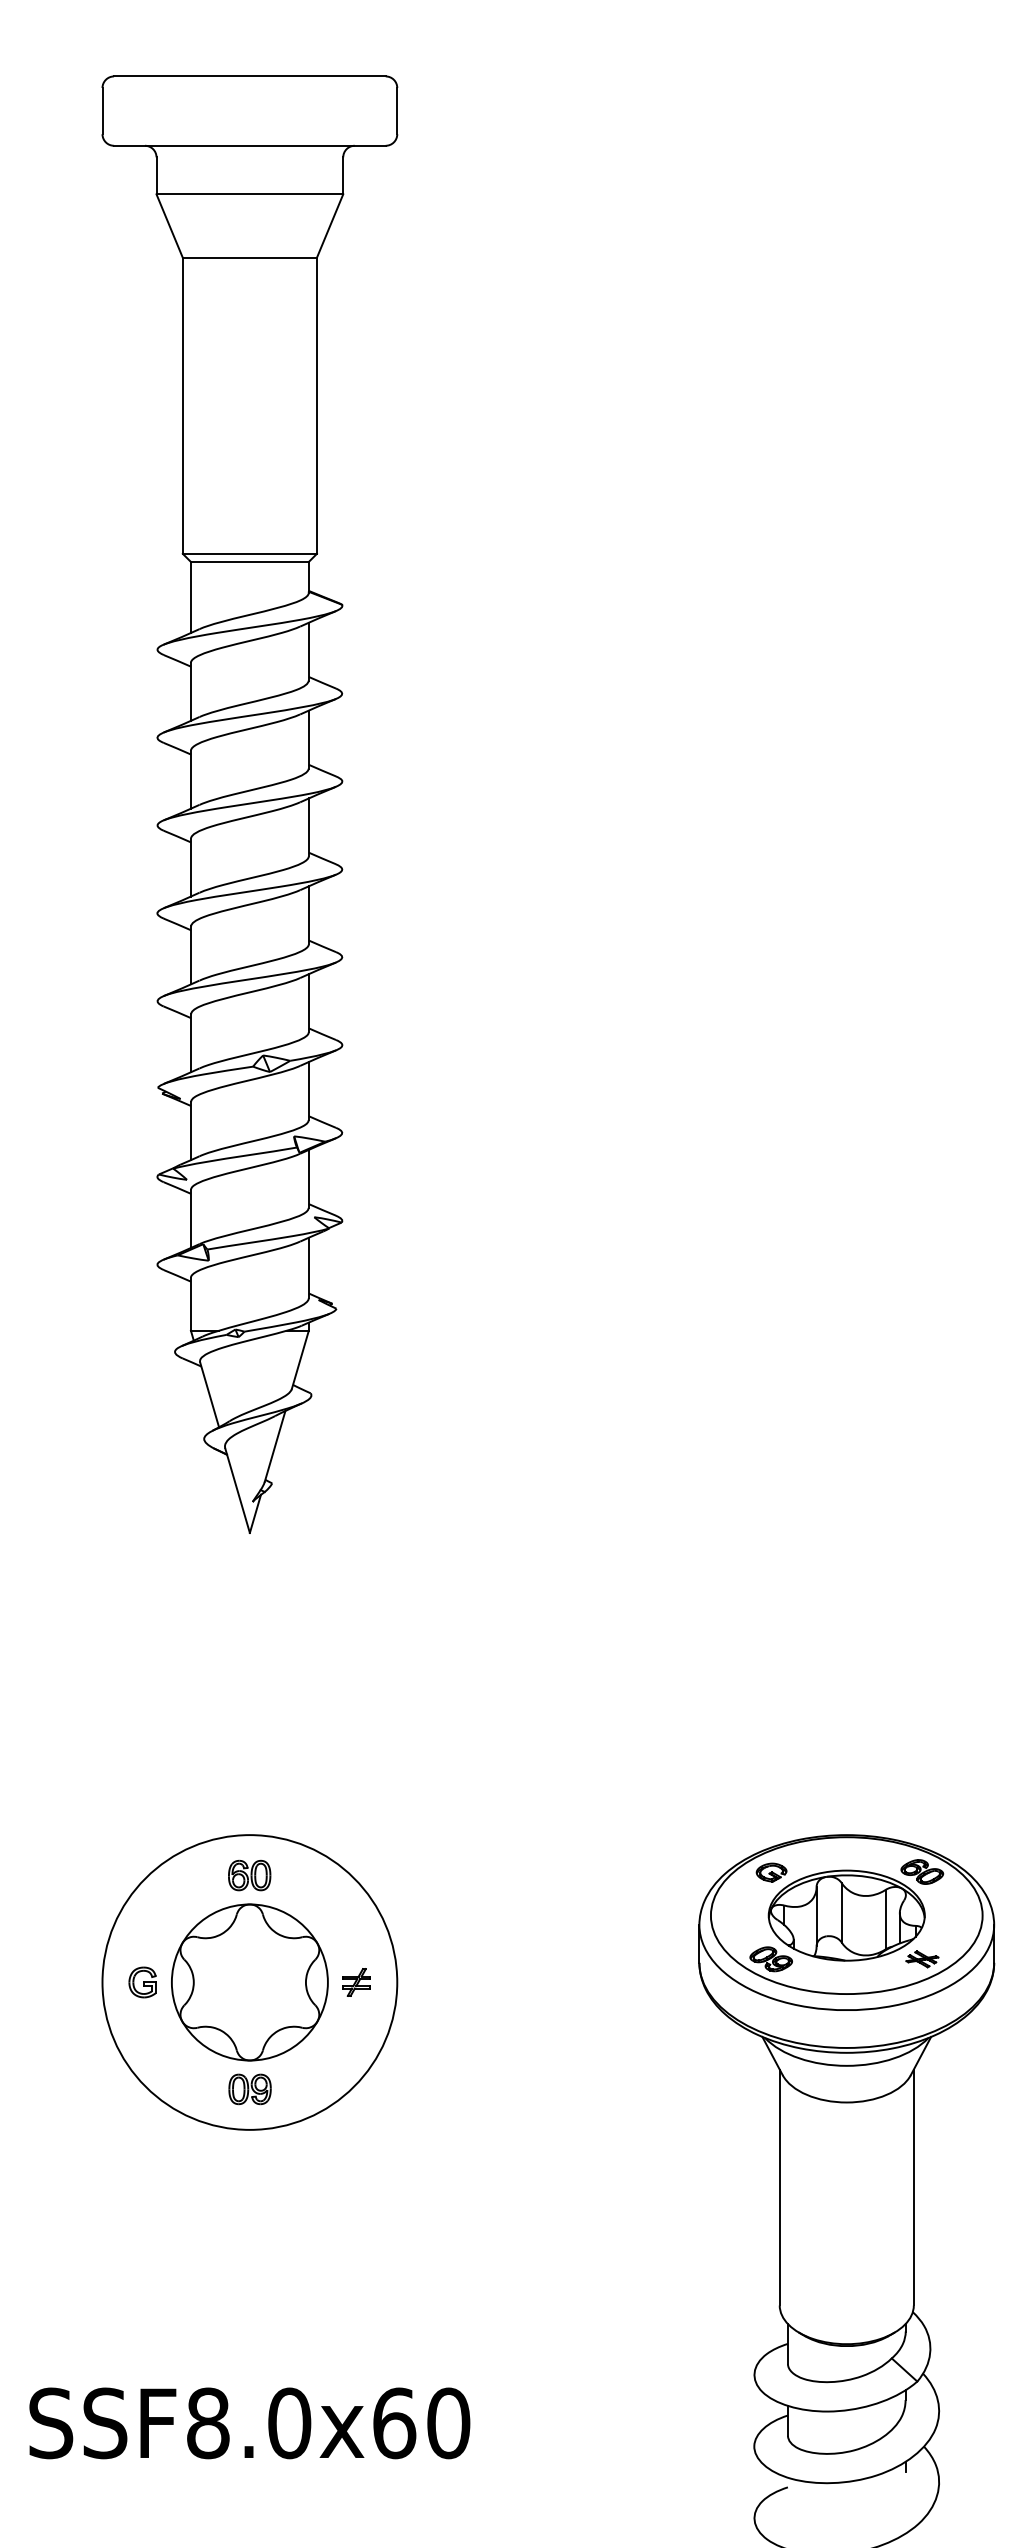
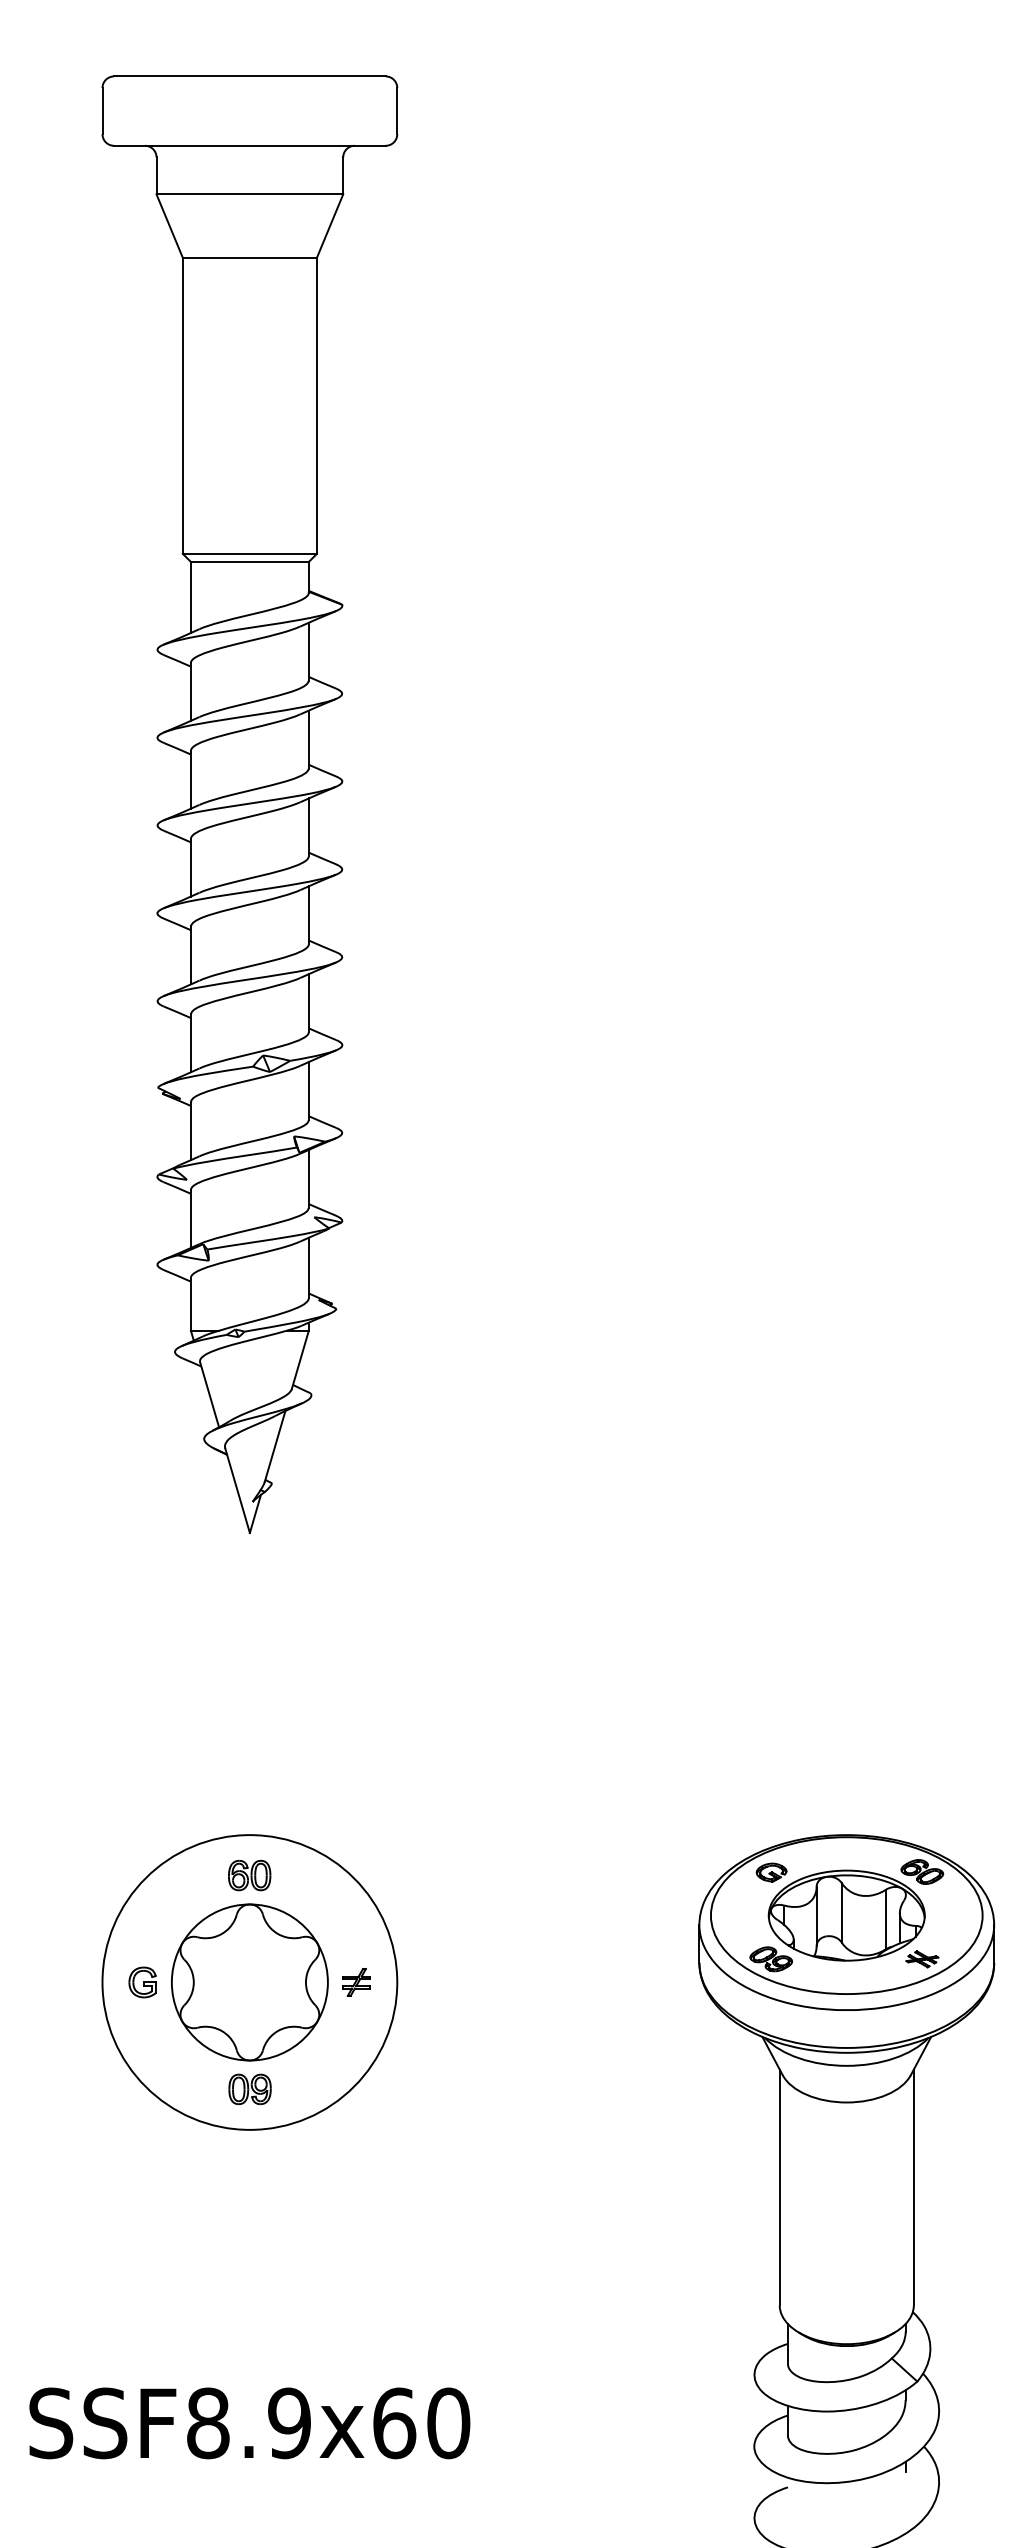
text at (289, 2423): SSF8.0x60 -> SSF8.9x60
